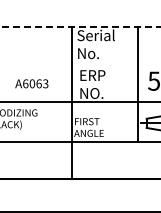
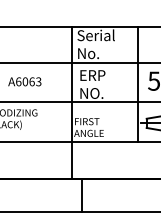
line at (80, 26): dashed -> solid
line at (79, 63): none -> present
text at (31, 83) position: (31, 83) -> (24, 81)
line at (81, 193): none -> present
